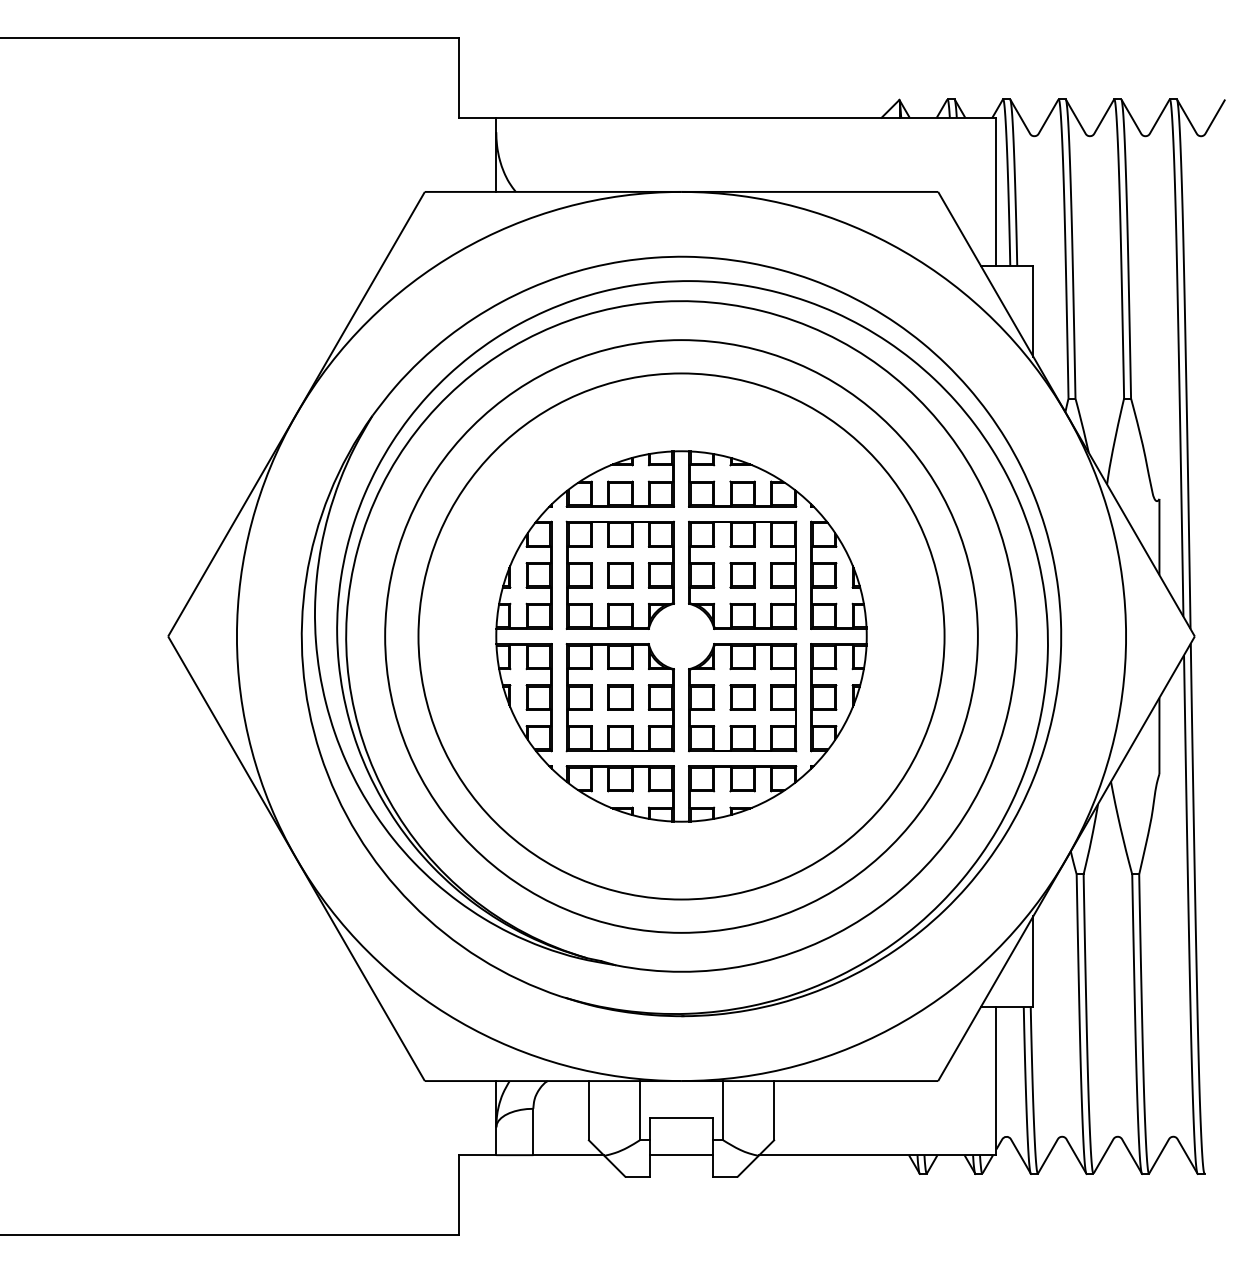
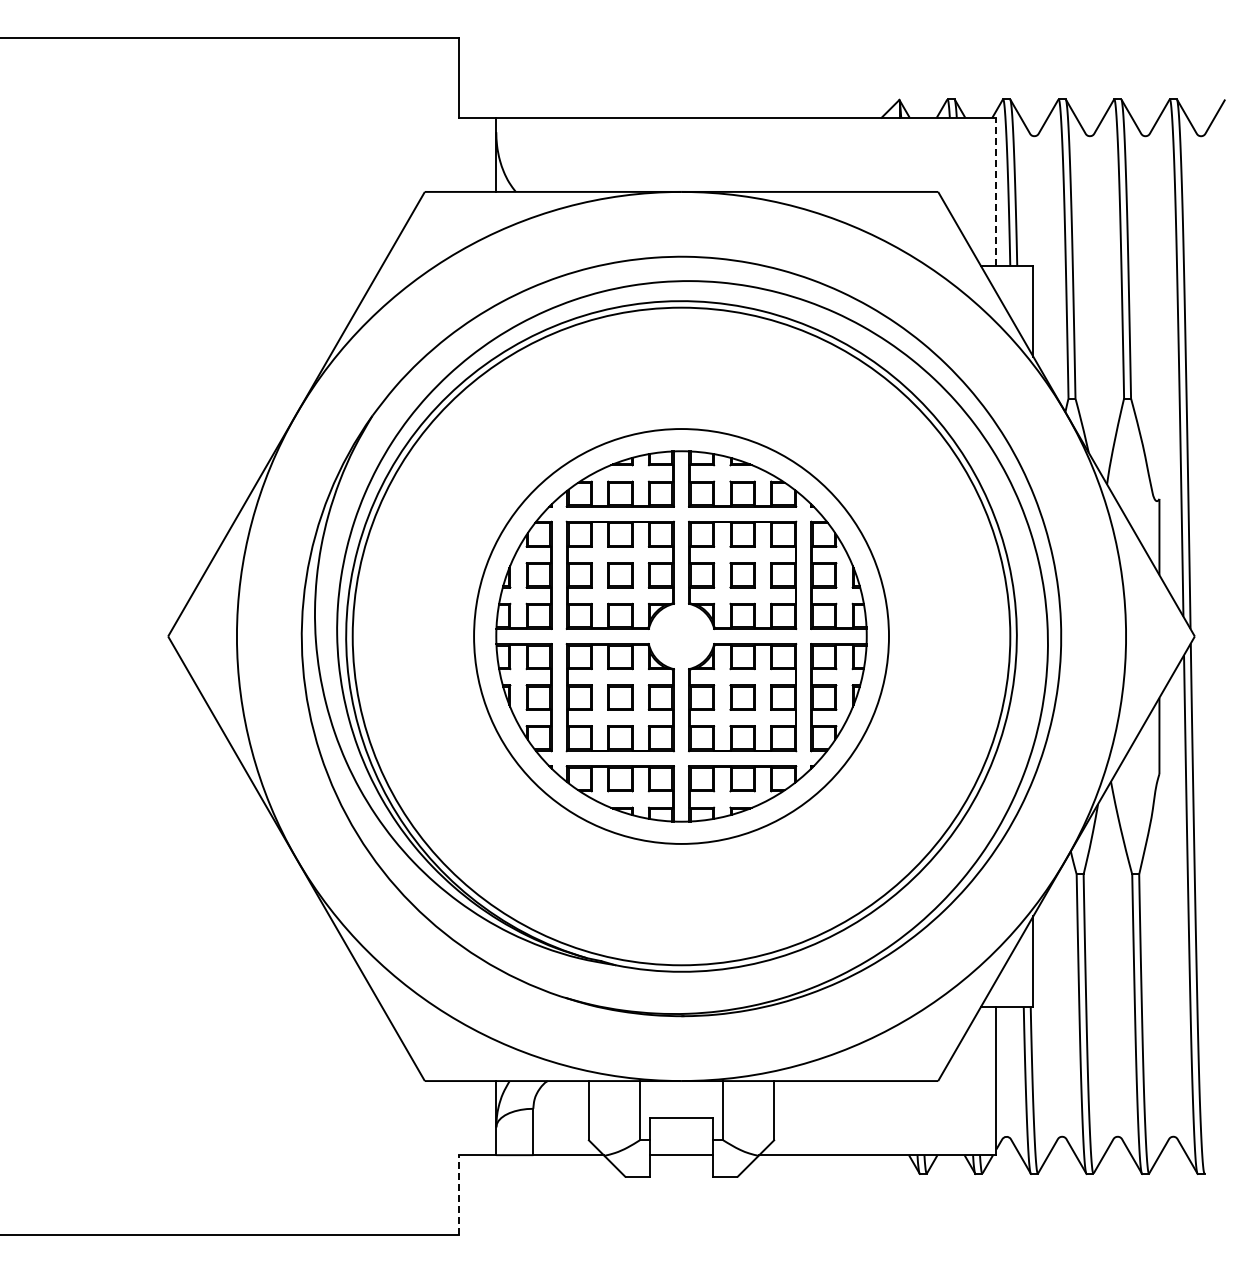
line at (996, 191): solid -> dashed
circle at (681, 636) diameter: 526 px -> 658 px
circle at (681, 636) diameter: 593 px -> 415 px
line at (459, 1194): solid -> dashed
